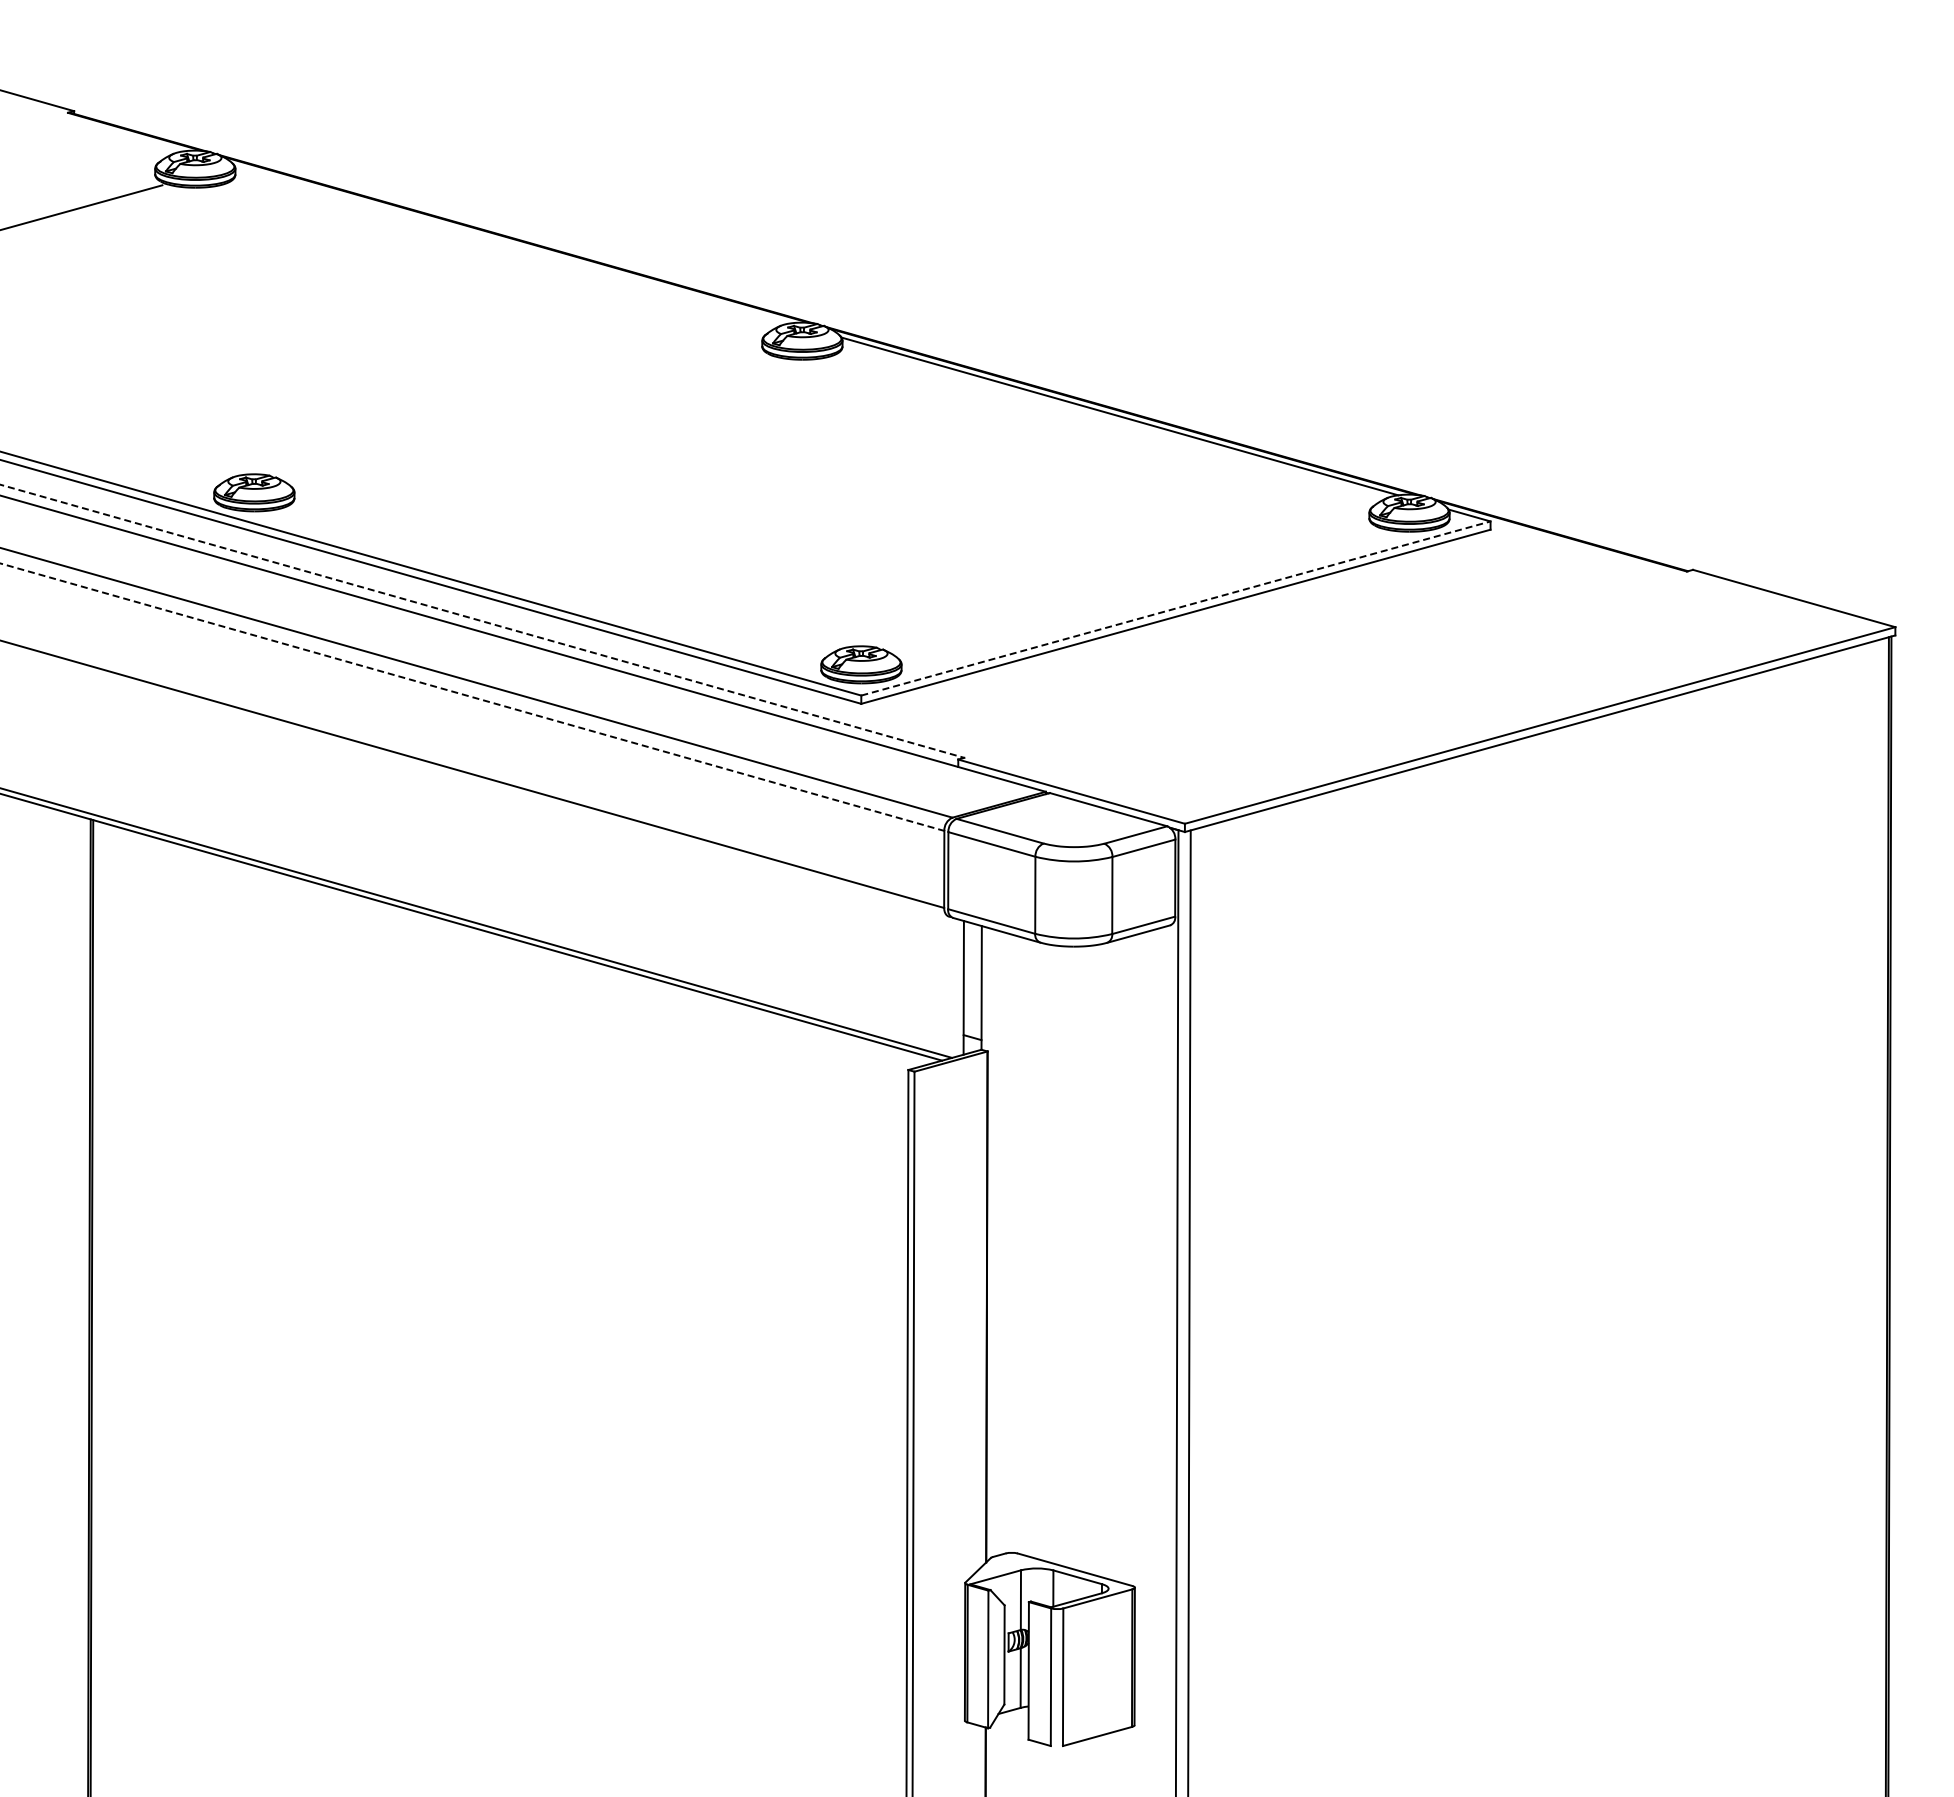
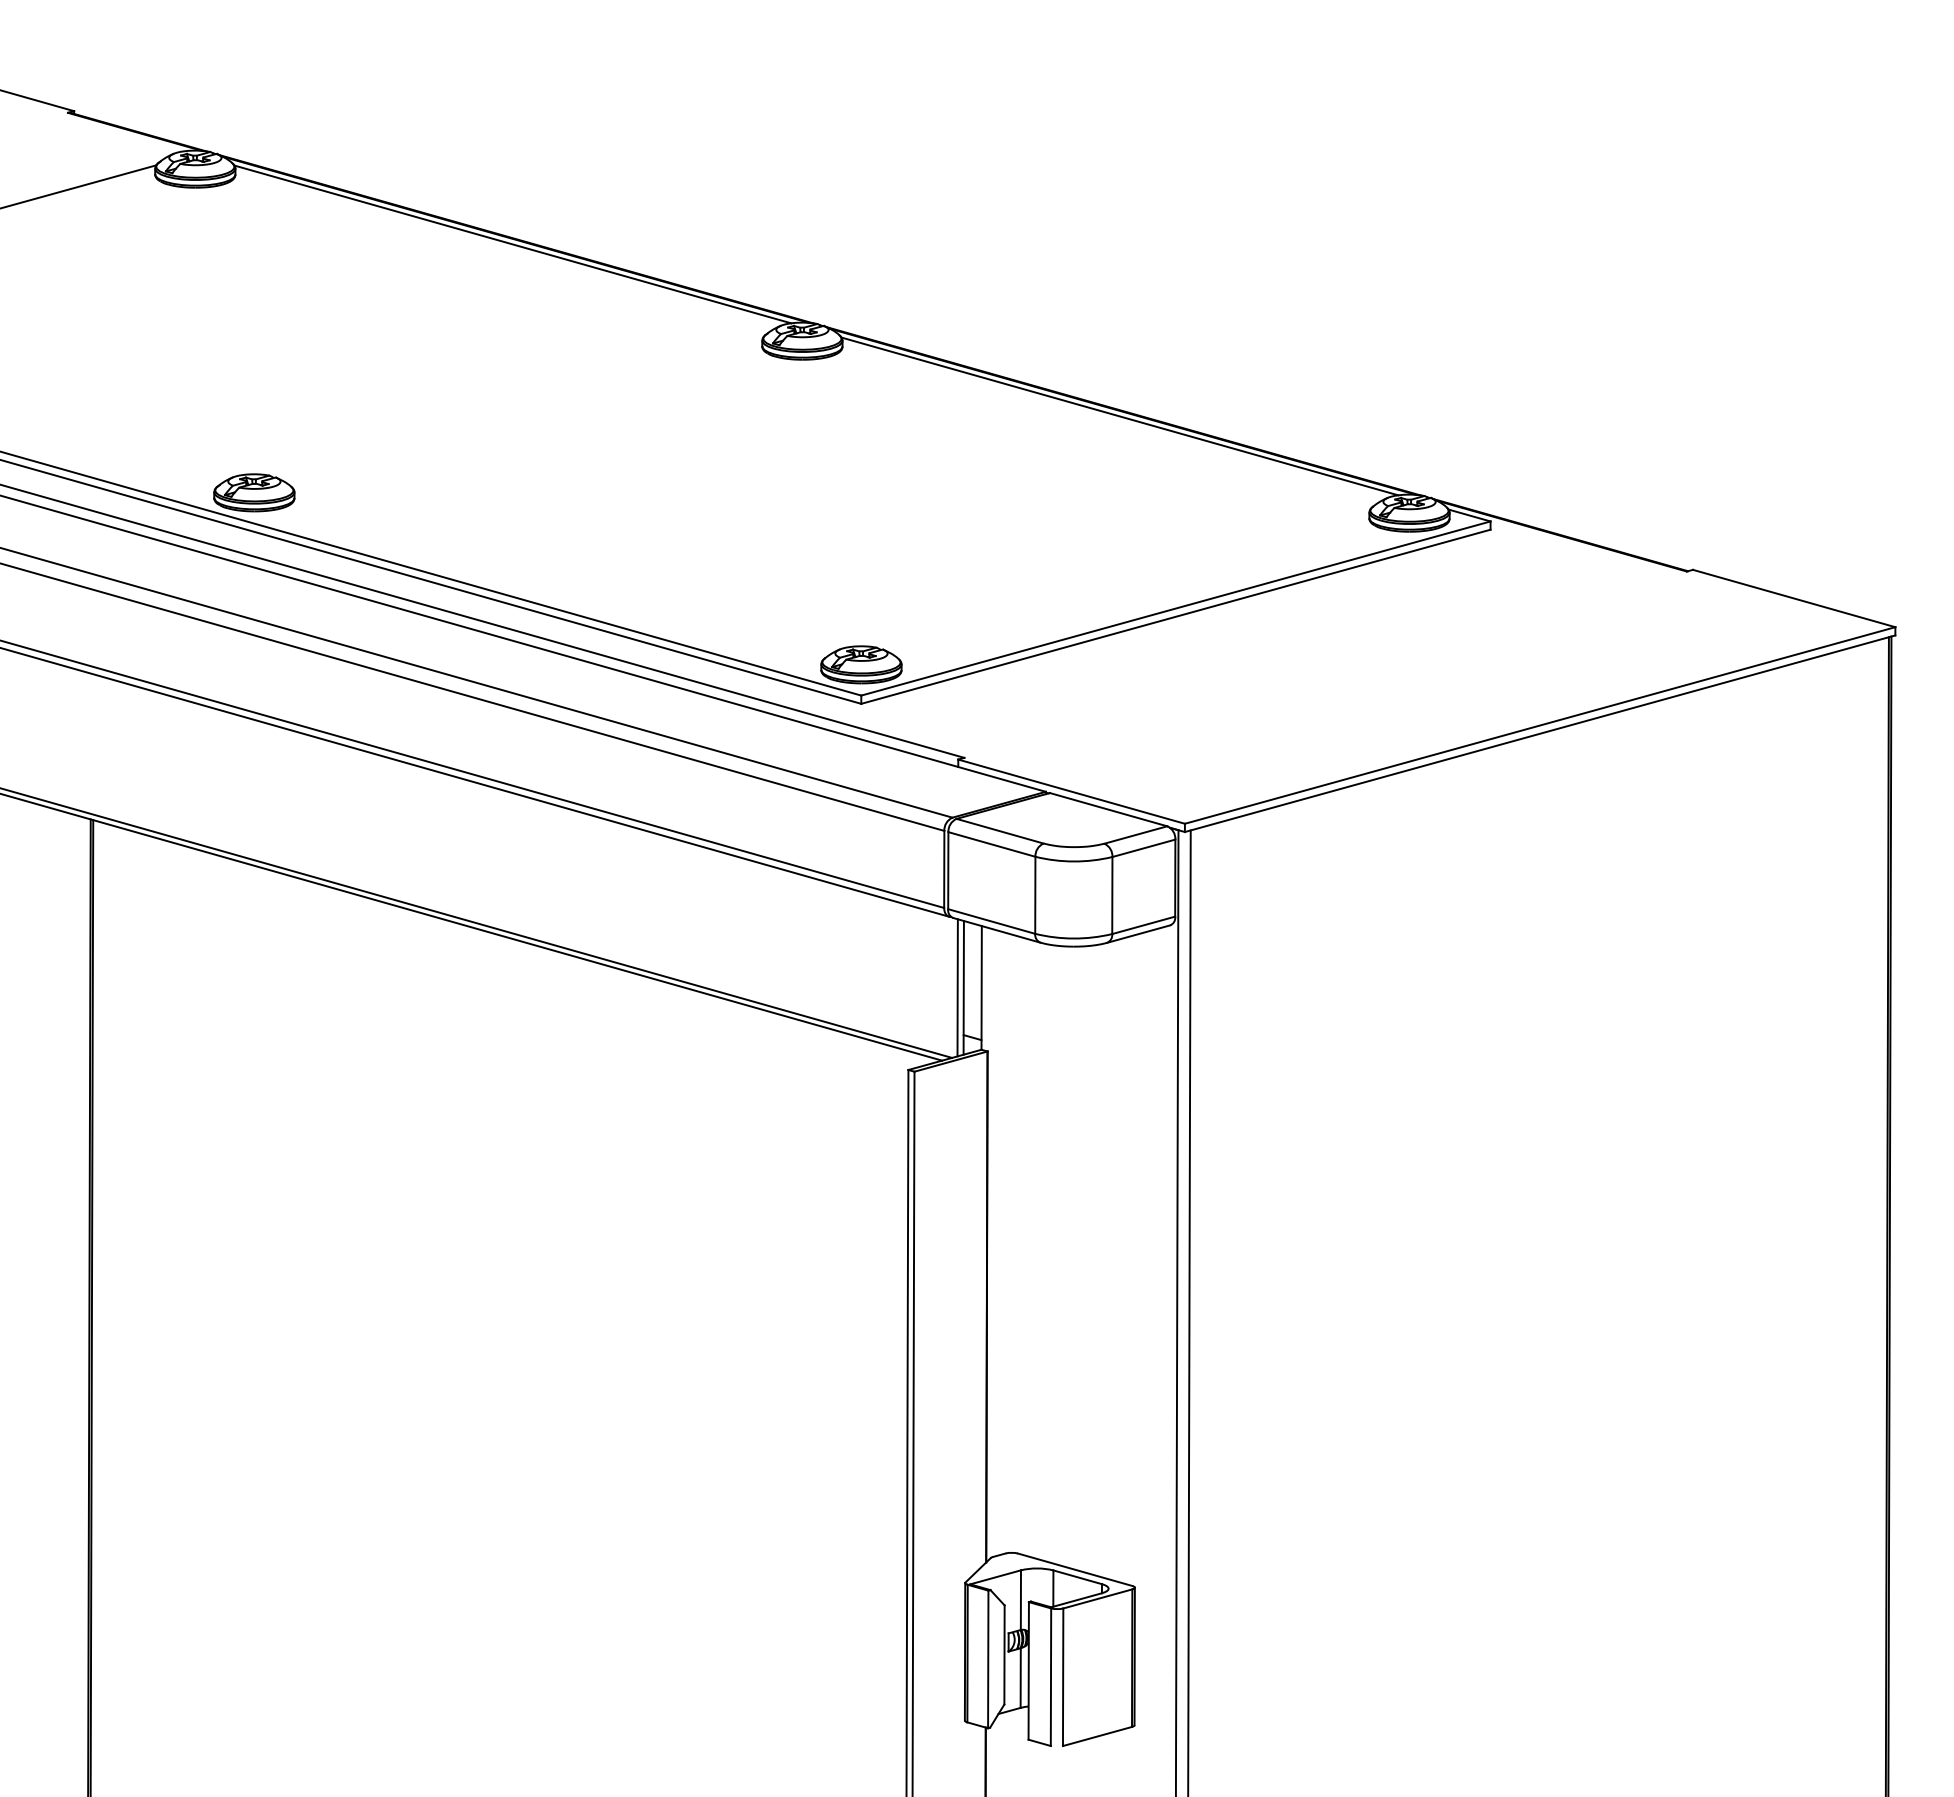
line at (82, 207) position: (82, 207) -> (79, 186)
line at (512, 244): none -> present
line at (1176, 608): dashed -> solid
line at (482, 621): dashed -> solid
line at (473, 697): dashed -> solid
line at (475, 782): none -> present
line at (957, 987): none -> present
